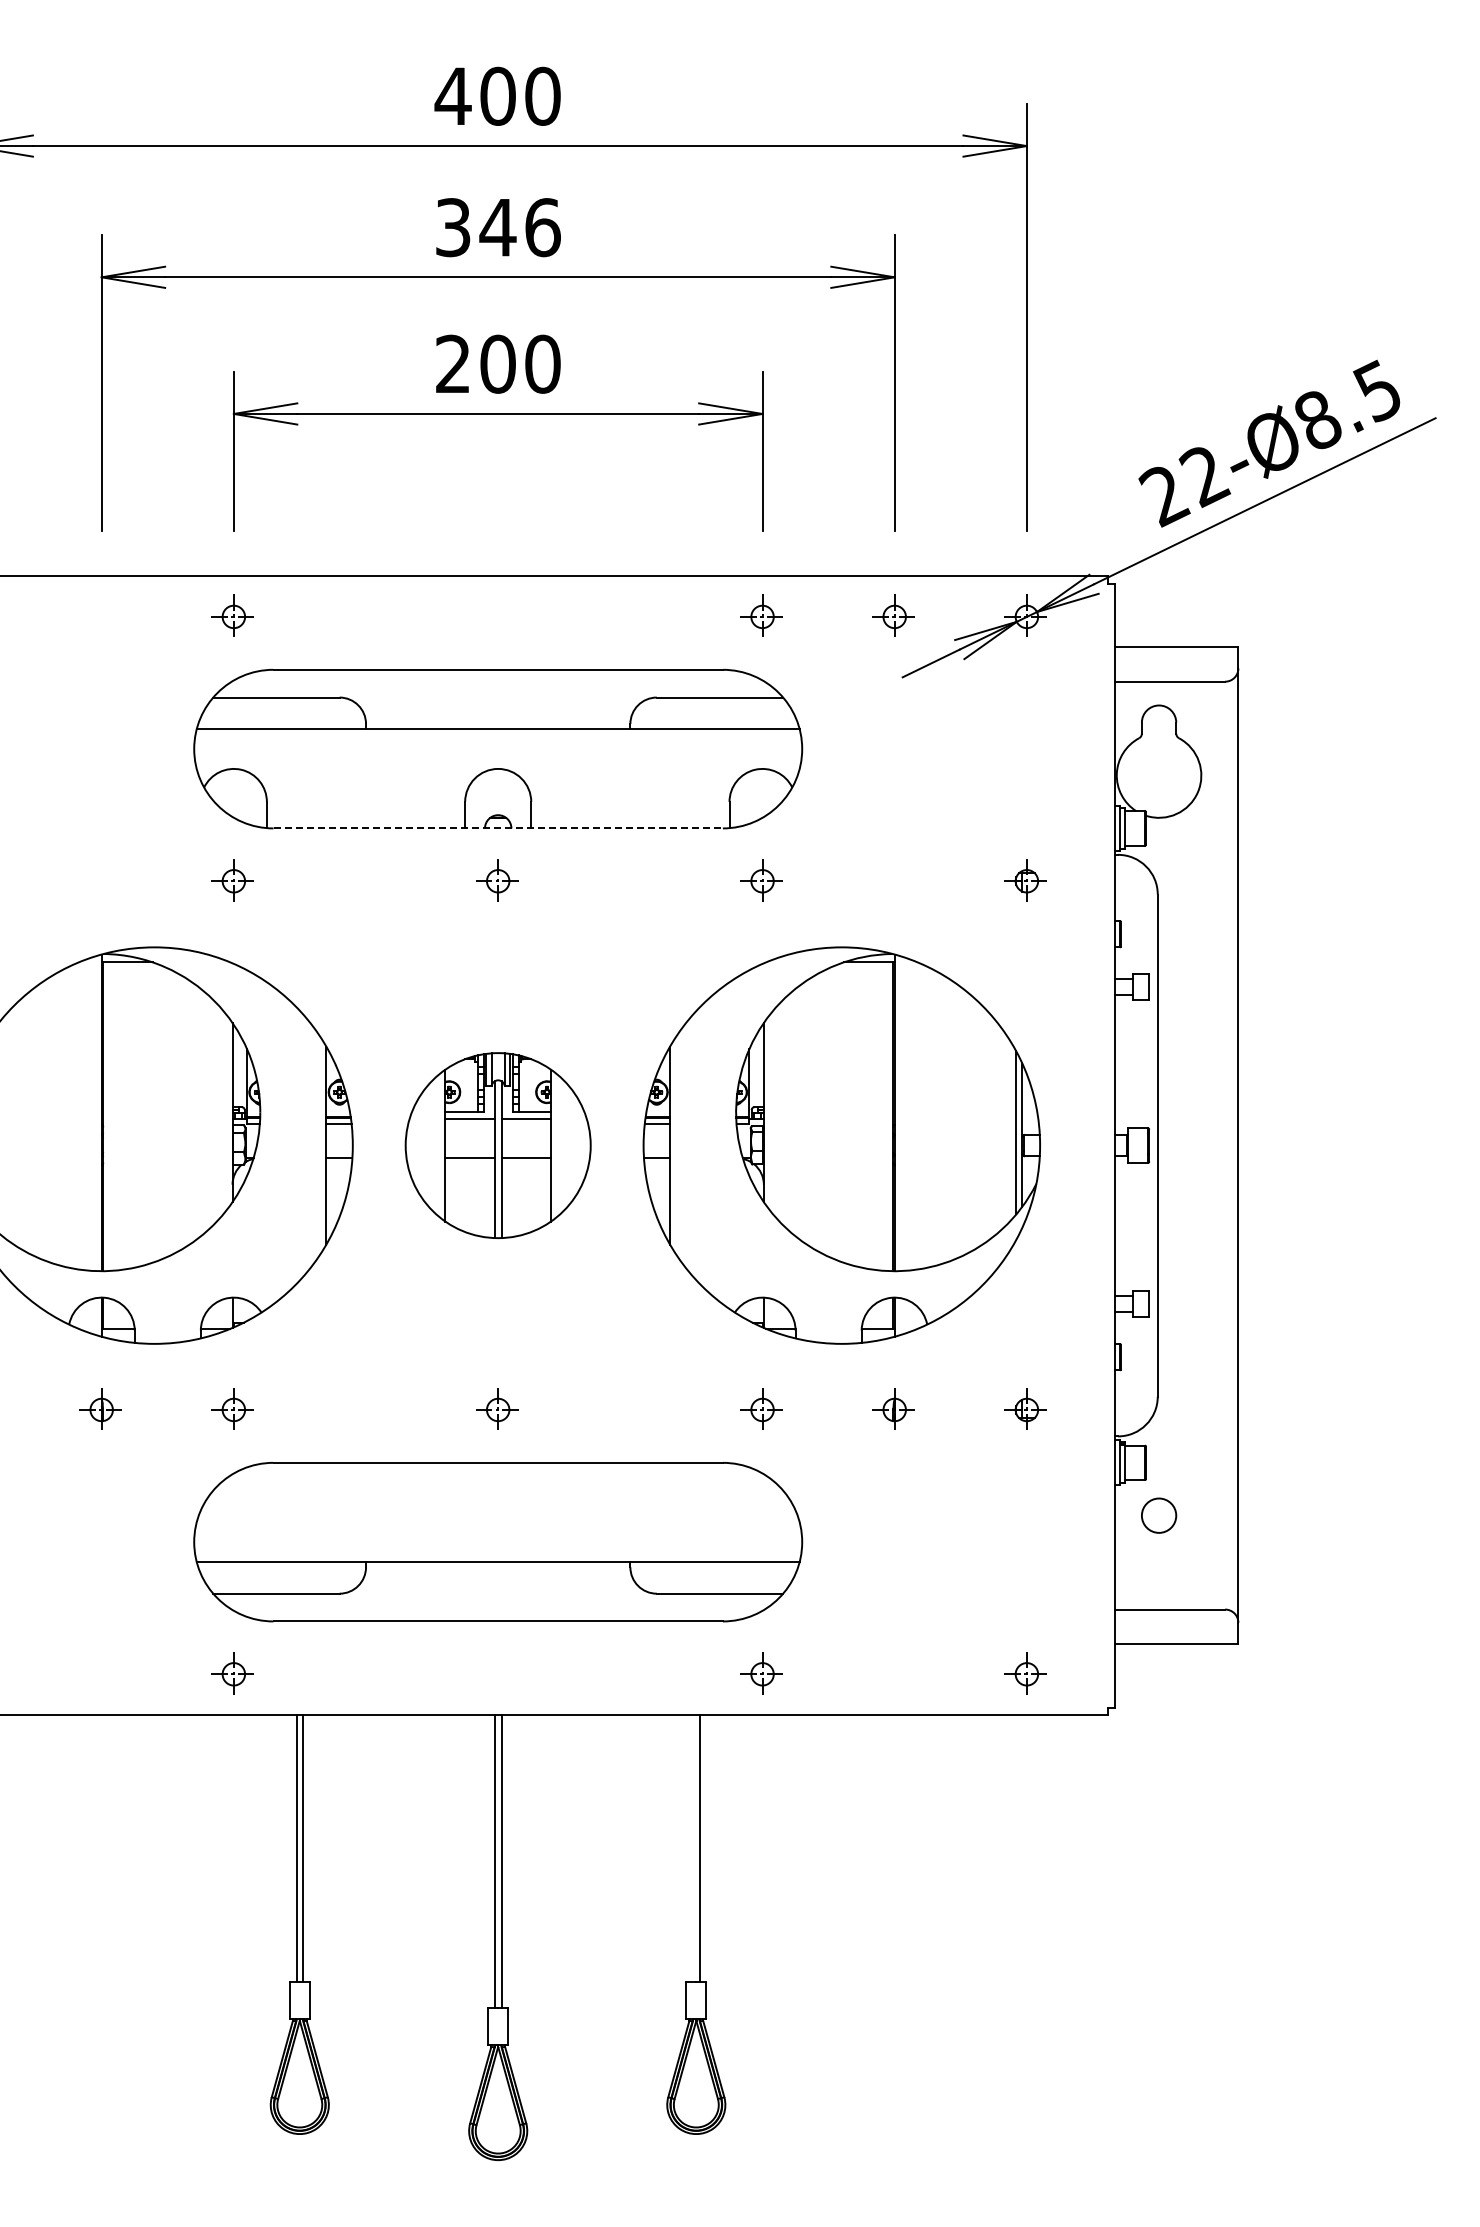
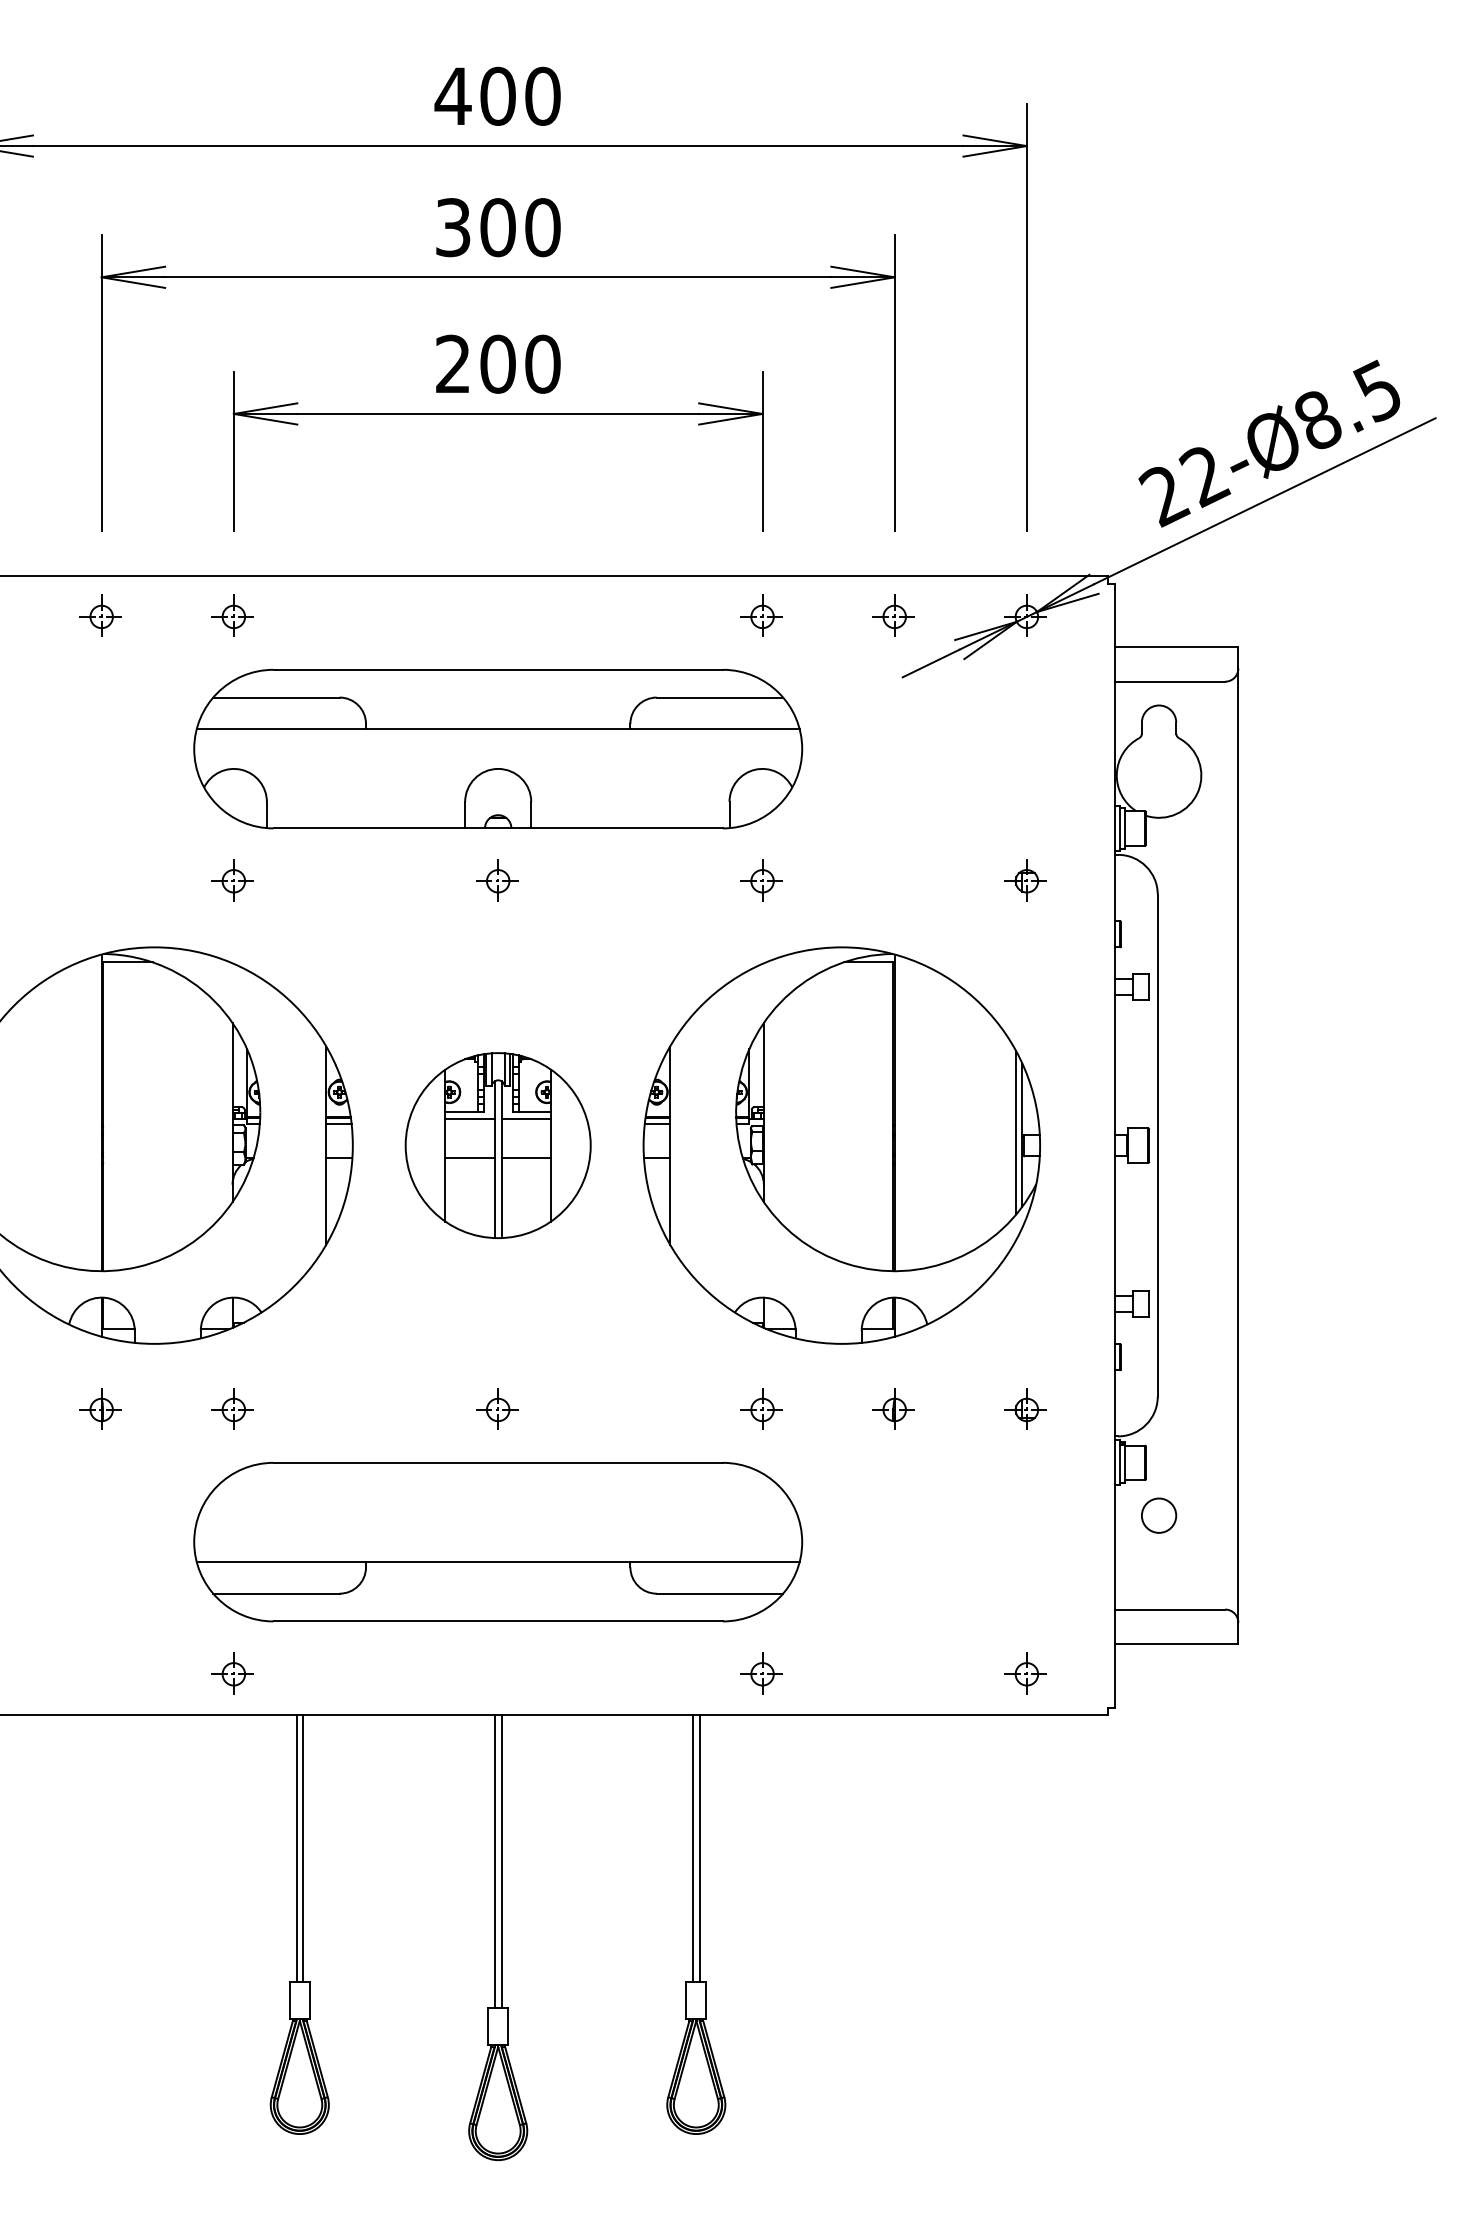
text at (519, 227): 346 -> 300
part at (100, 615): none -> present
line at (498, 828): dashed -> solid
line at (693, 1848): none -> present
